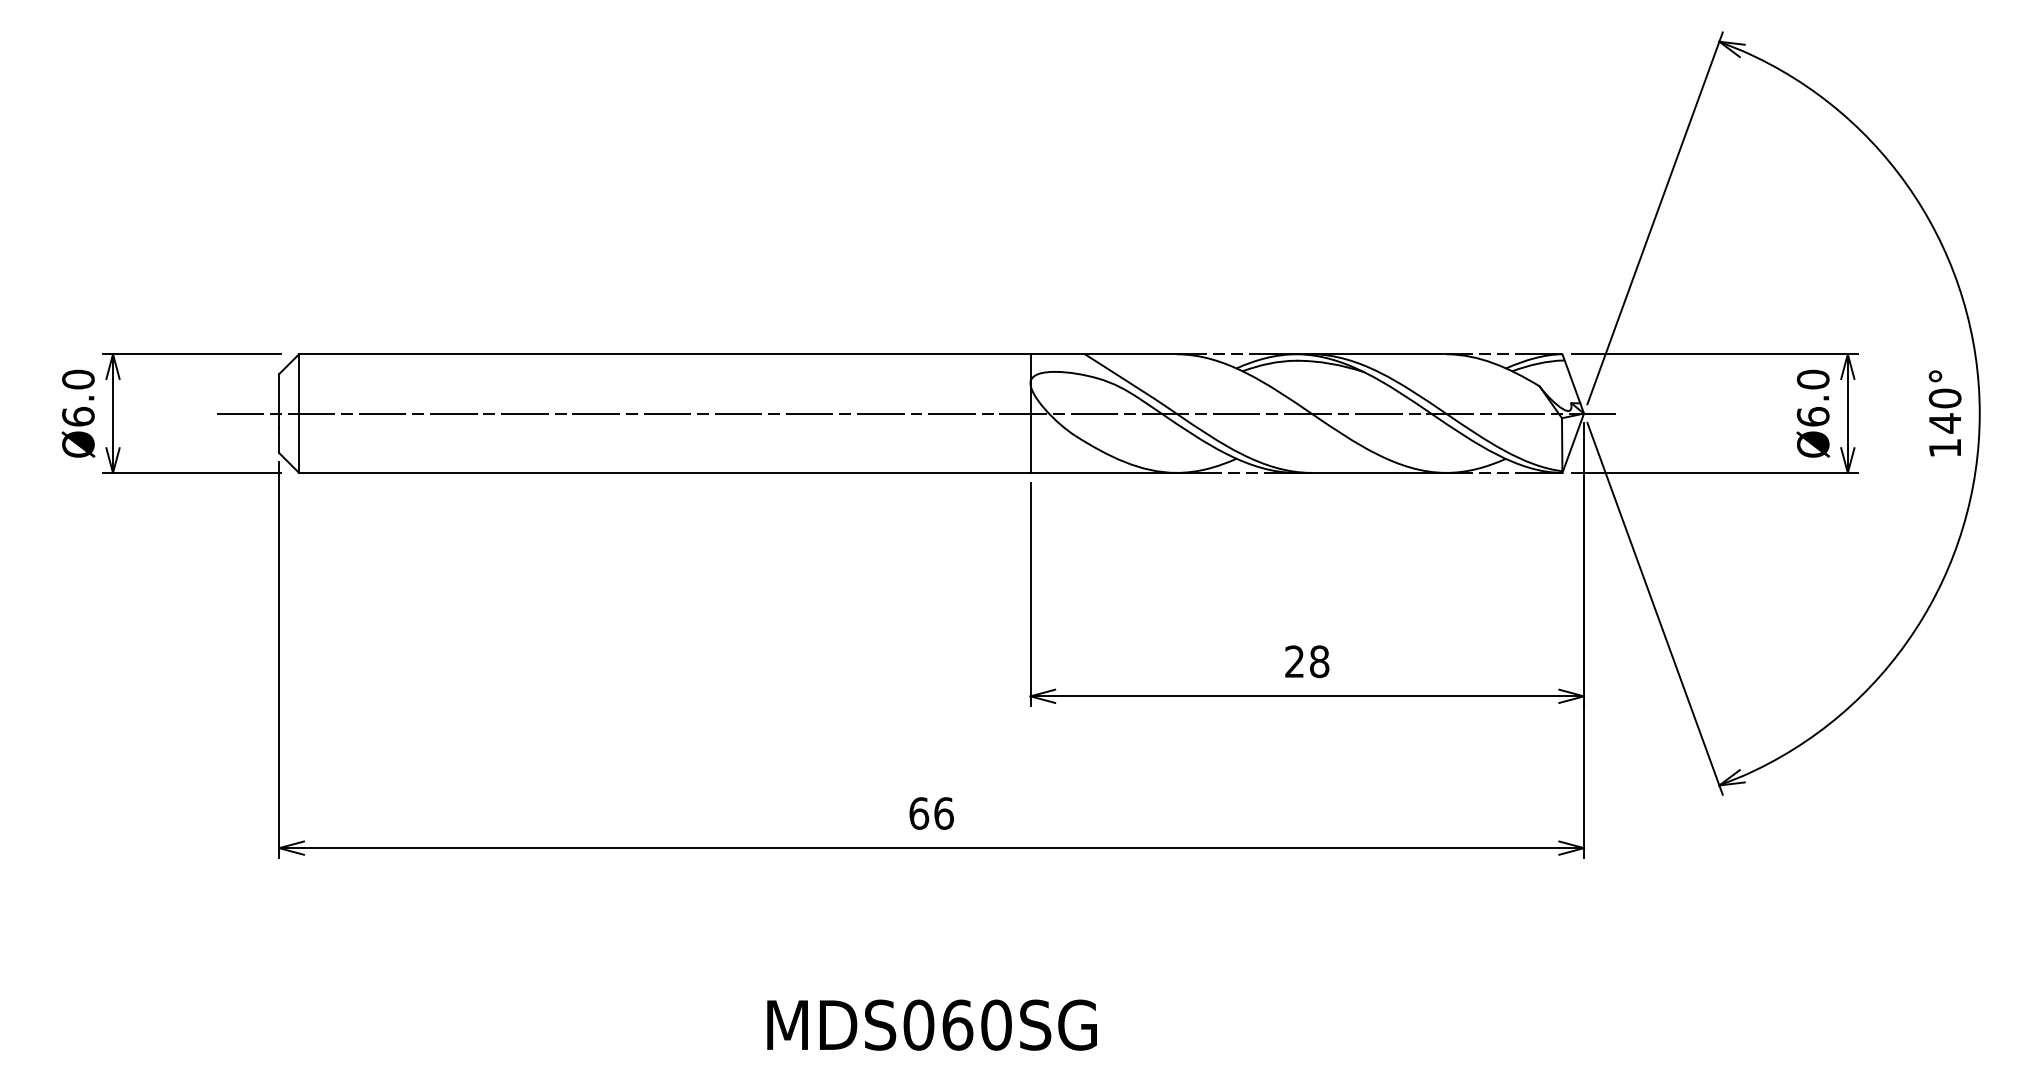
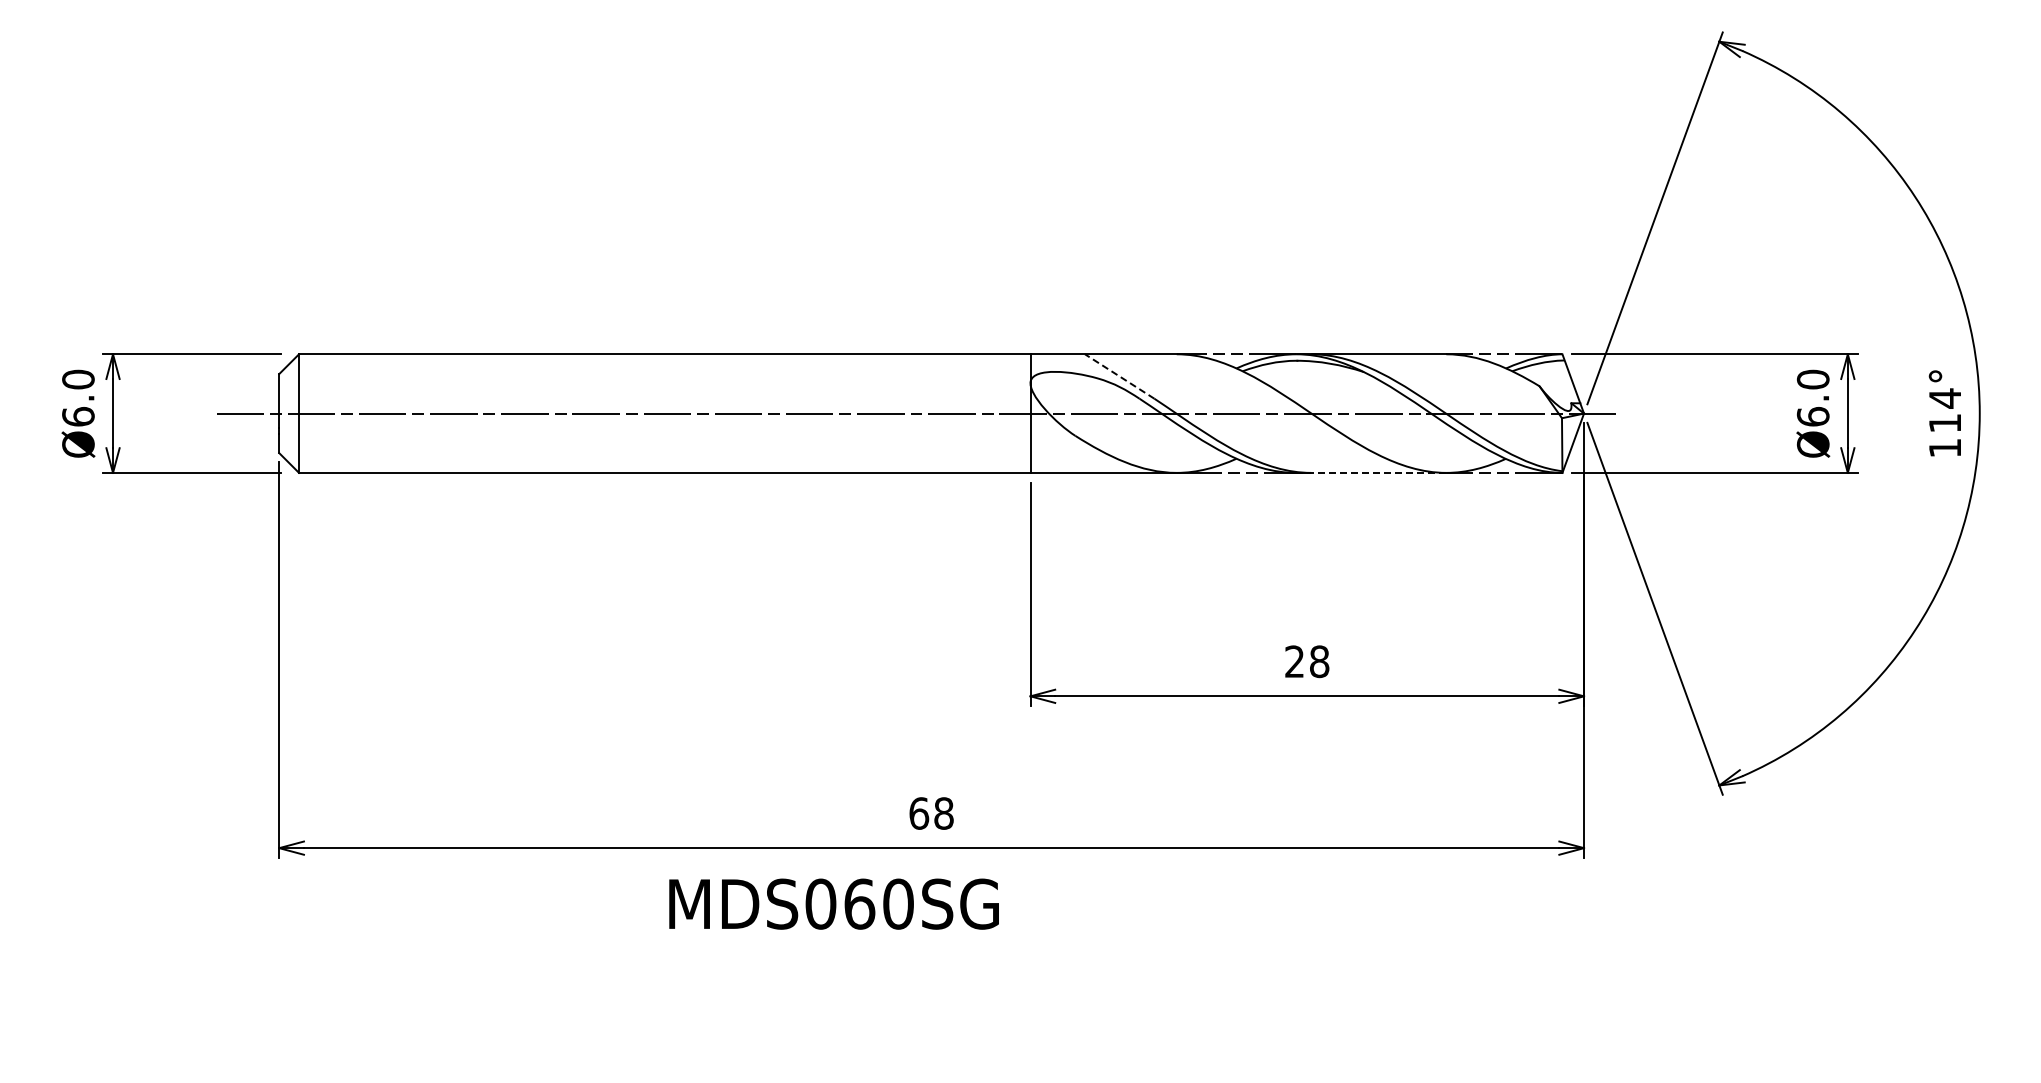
line at (1119, 376): solid -> dashed
text at (1944, 410): 140° -> 114°
line at (1371, 472): solid -> dashed
text at (943, 813): 66 -> 68
text at (931, 1024) position: (931, 1024) -> (833, 903)
